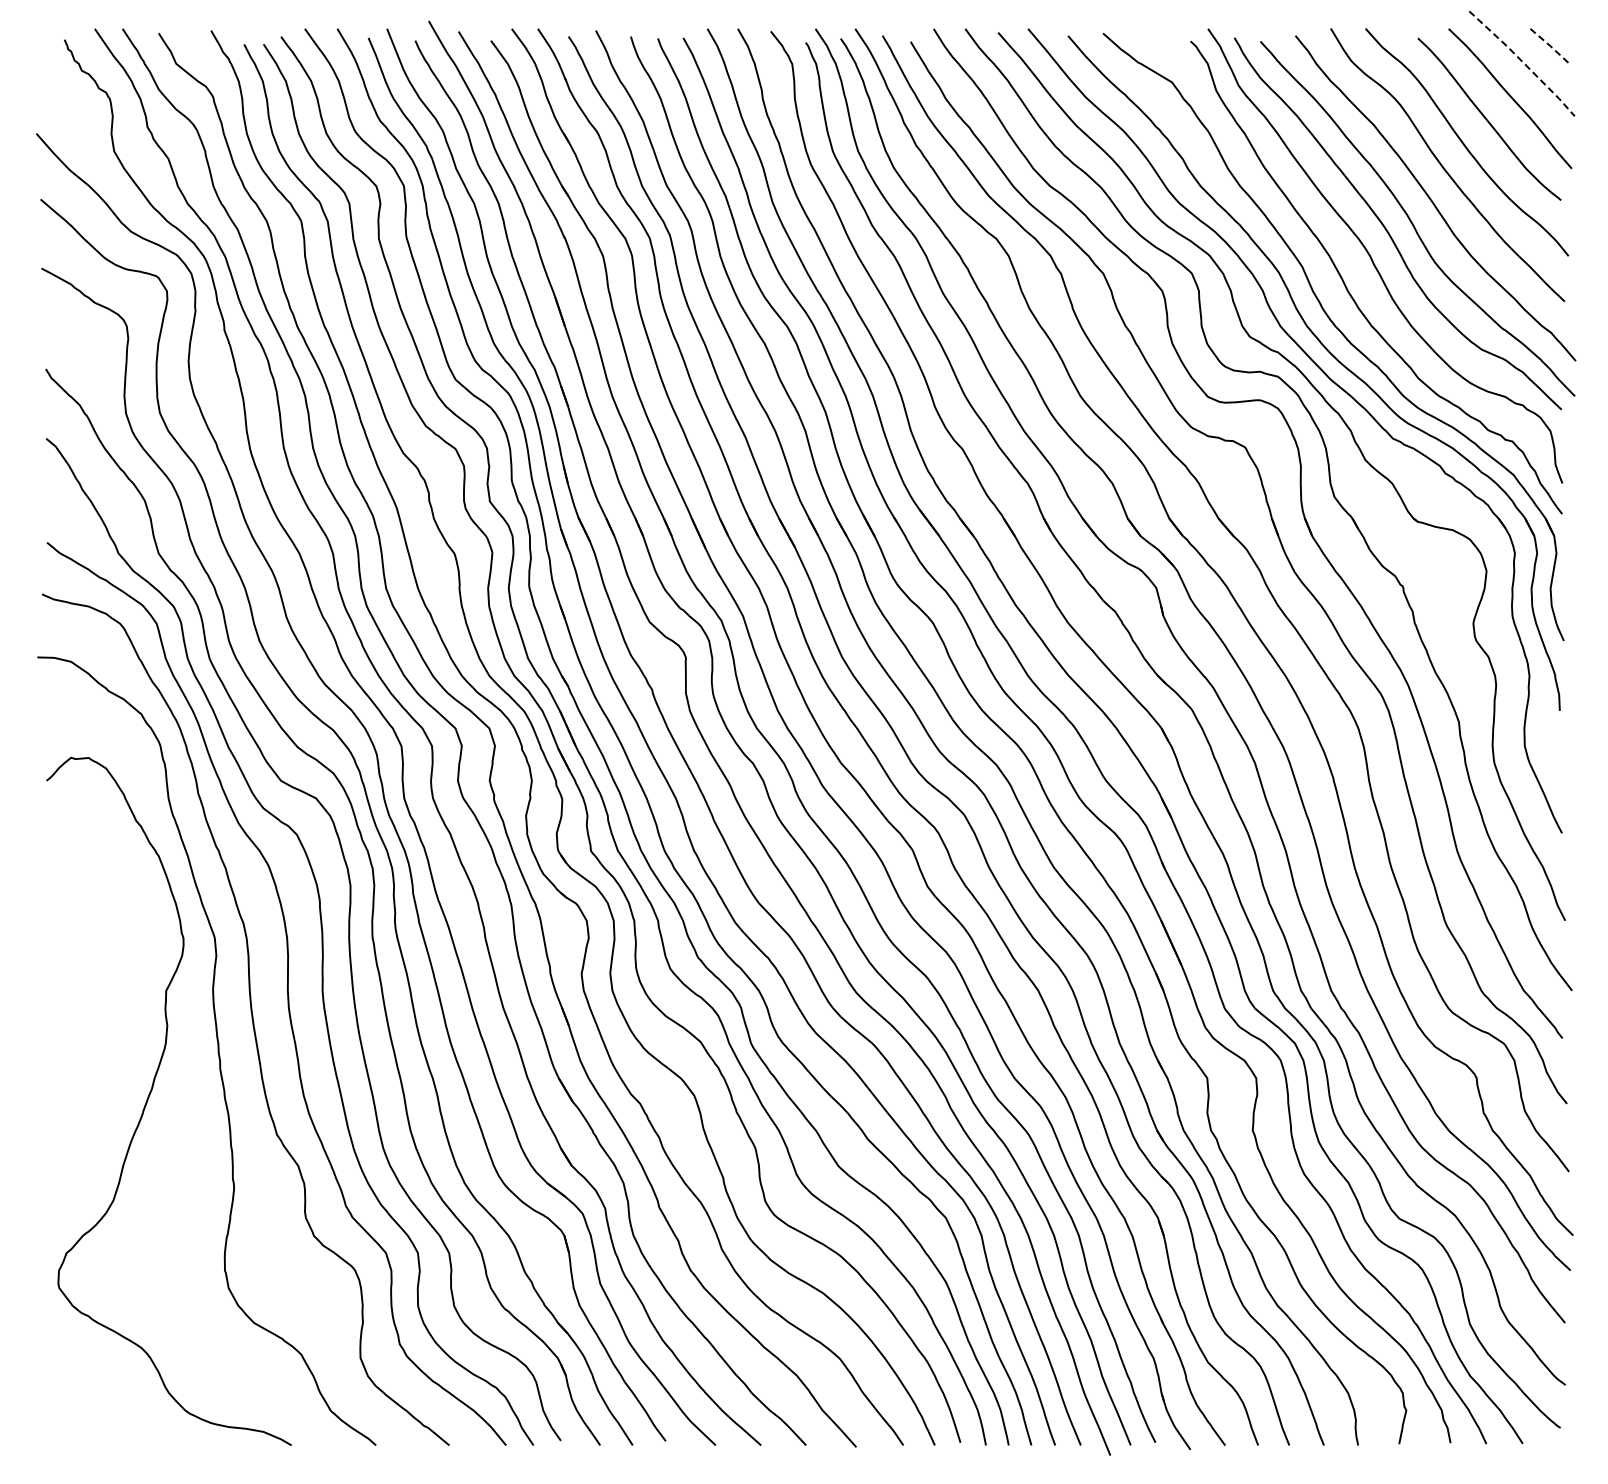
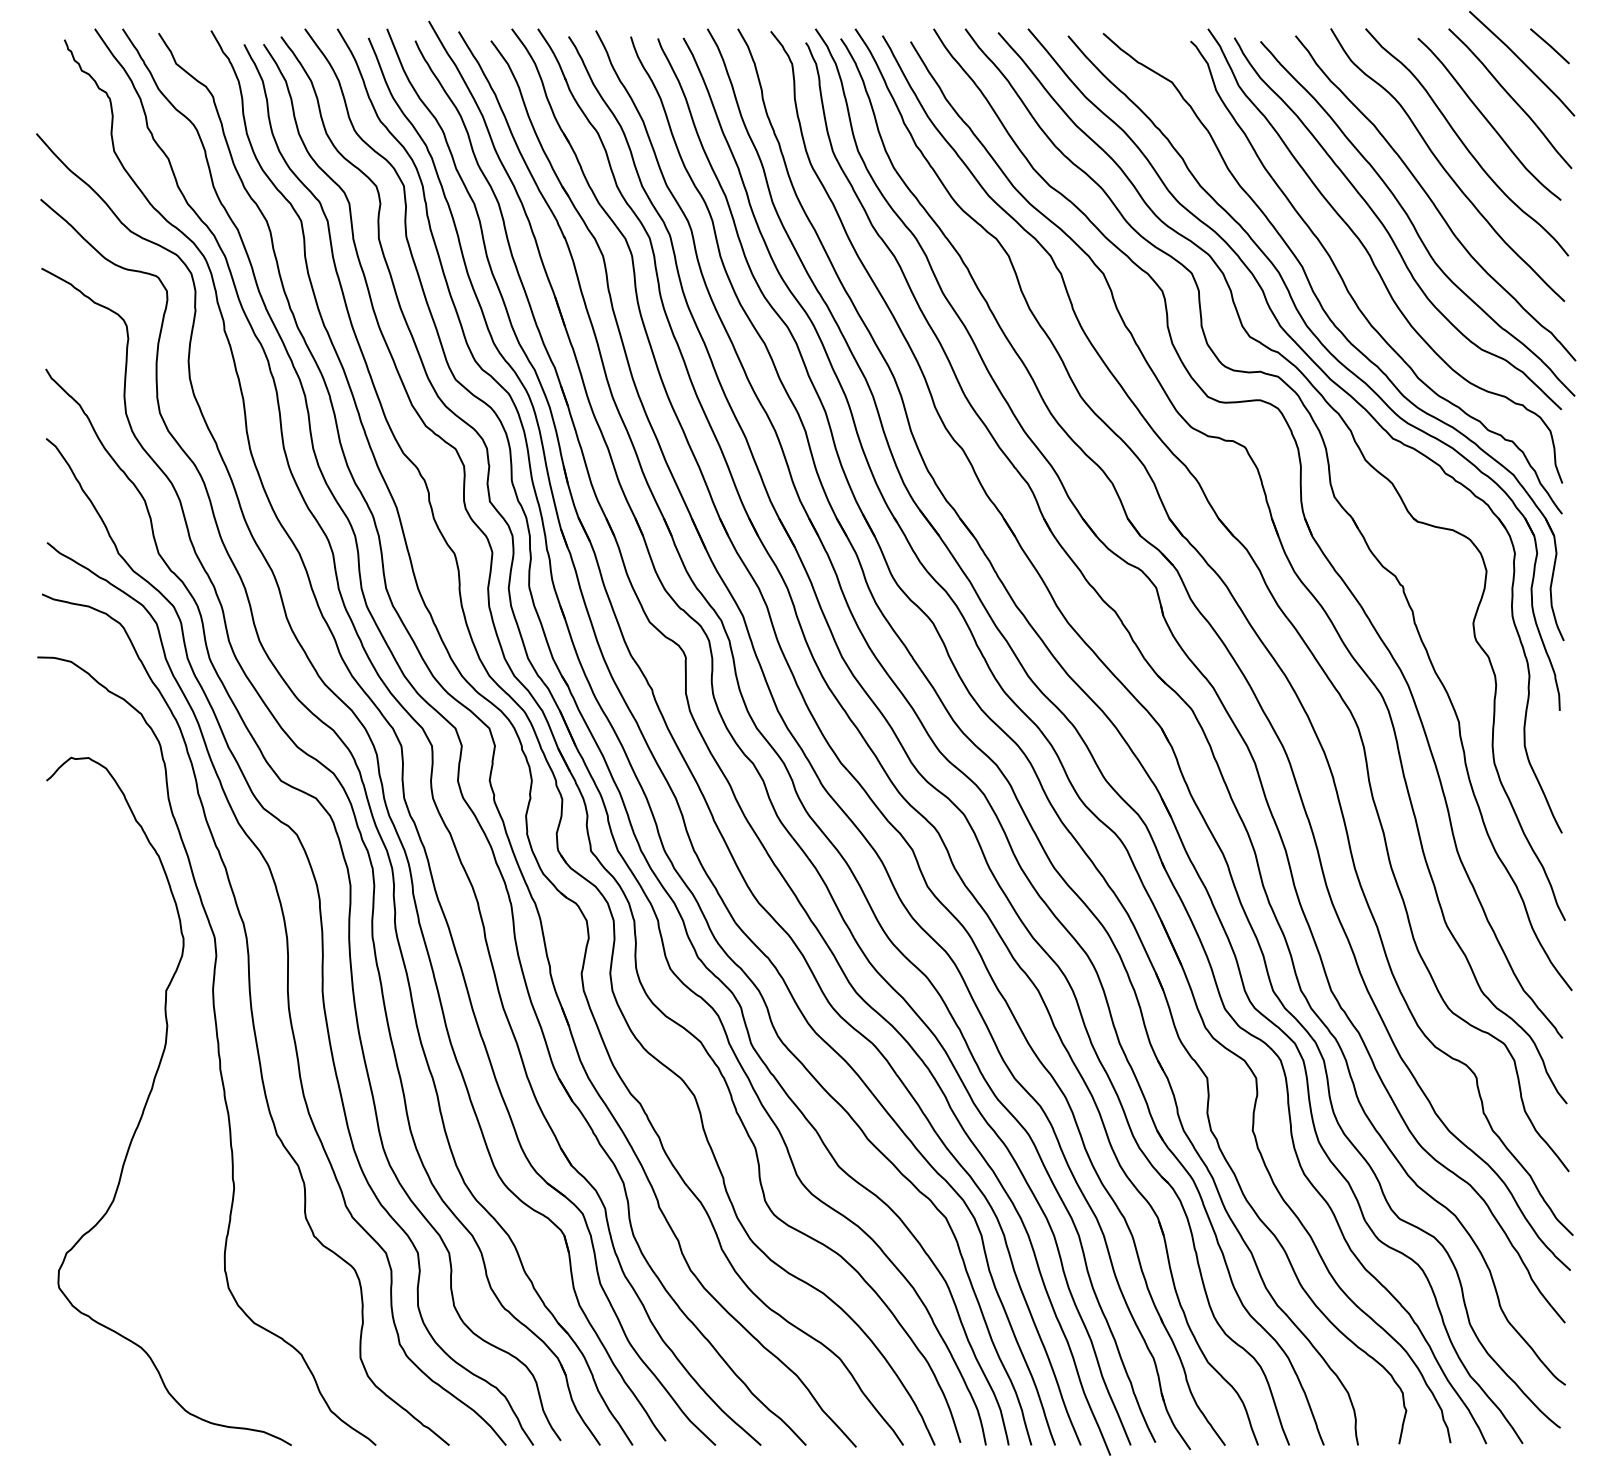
line at (1550, 46): dashed -> solid
line at (1523, 62): dashed -> solid
